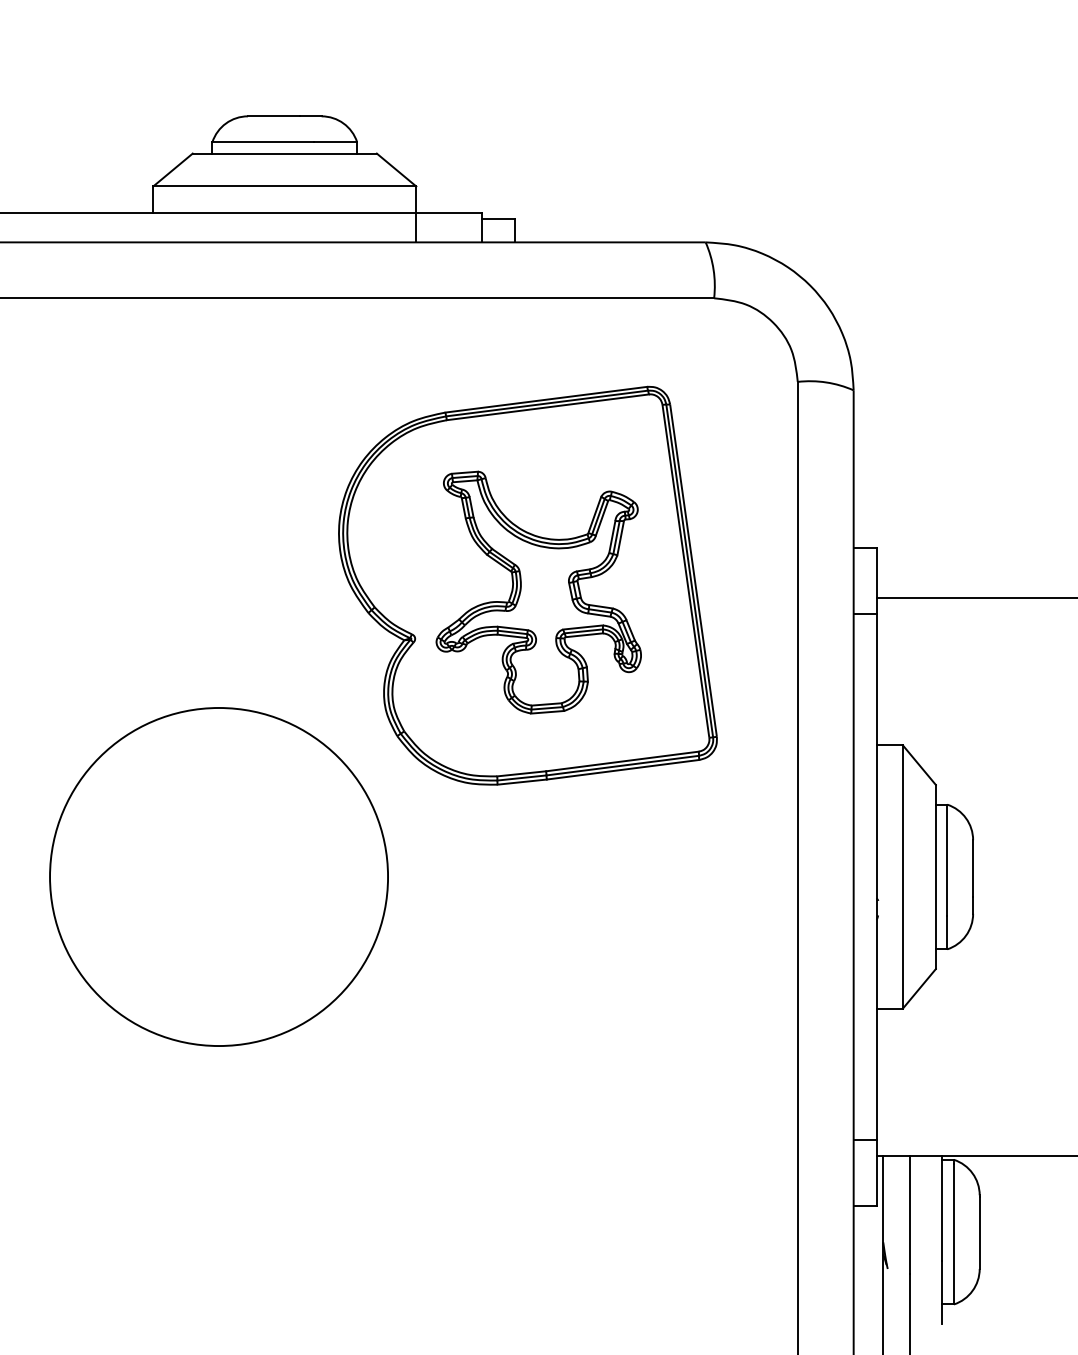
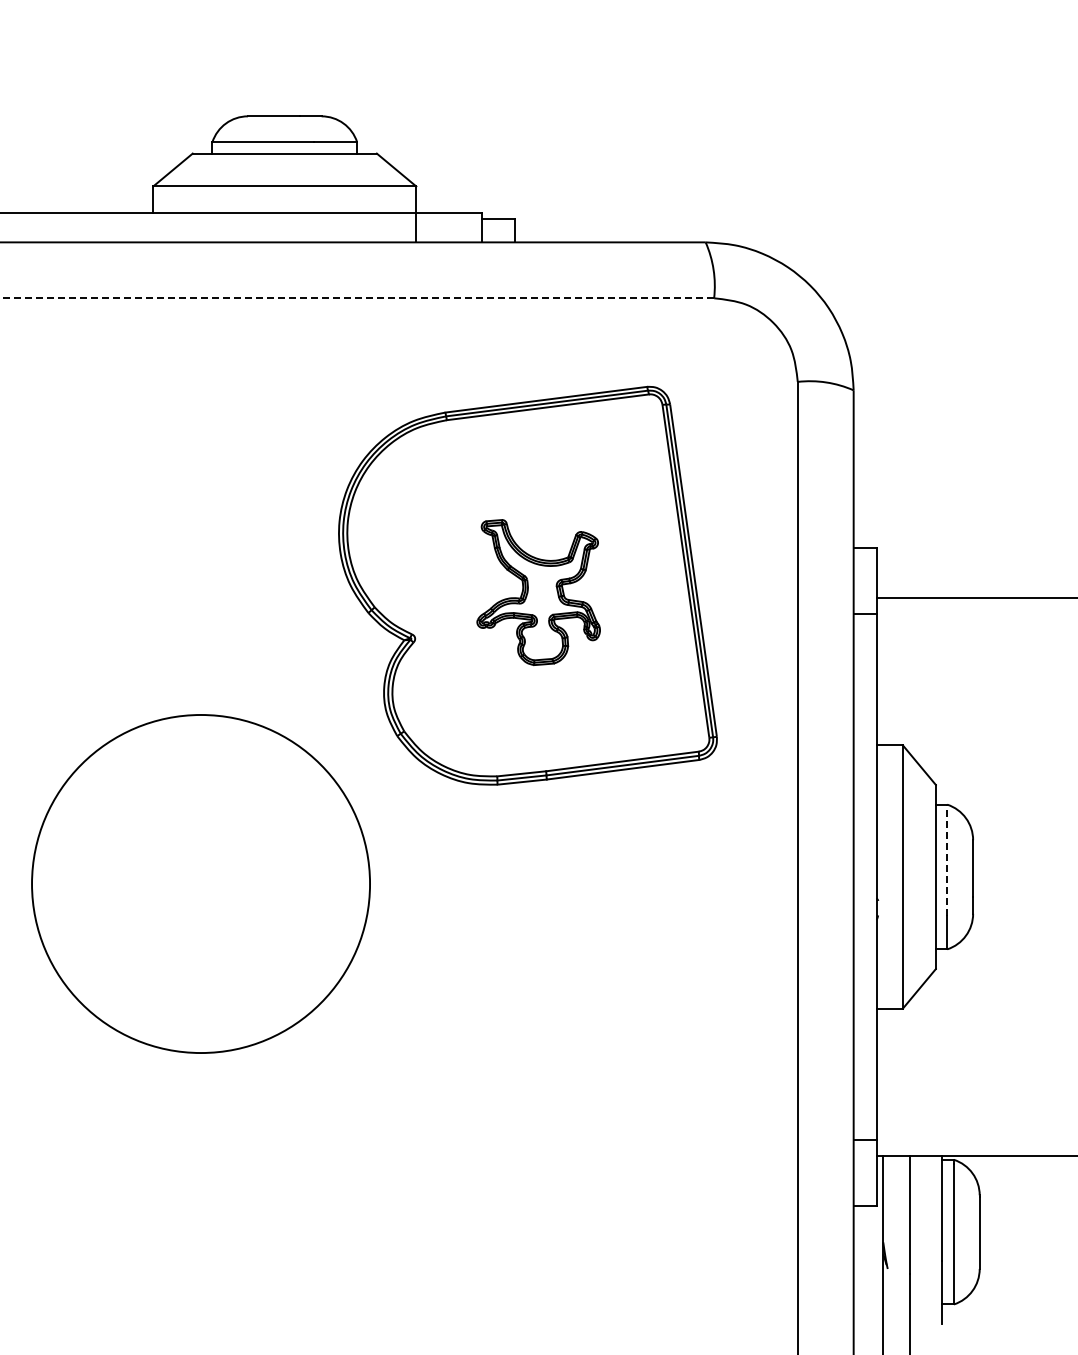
line at (357, 298): solid -> dashed
part at (538, 592) size: 207x245 px -> 125x148 px
line at (947, 860): solid -> dashed
circle at (218, 876) position: (218, 876) -> (200, 883)
